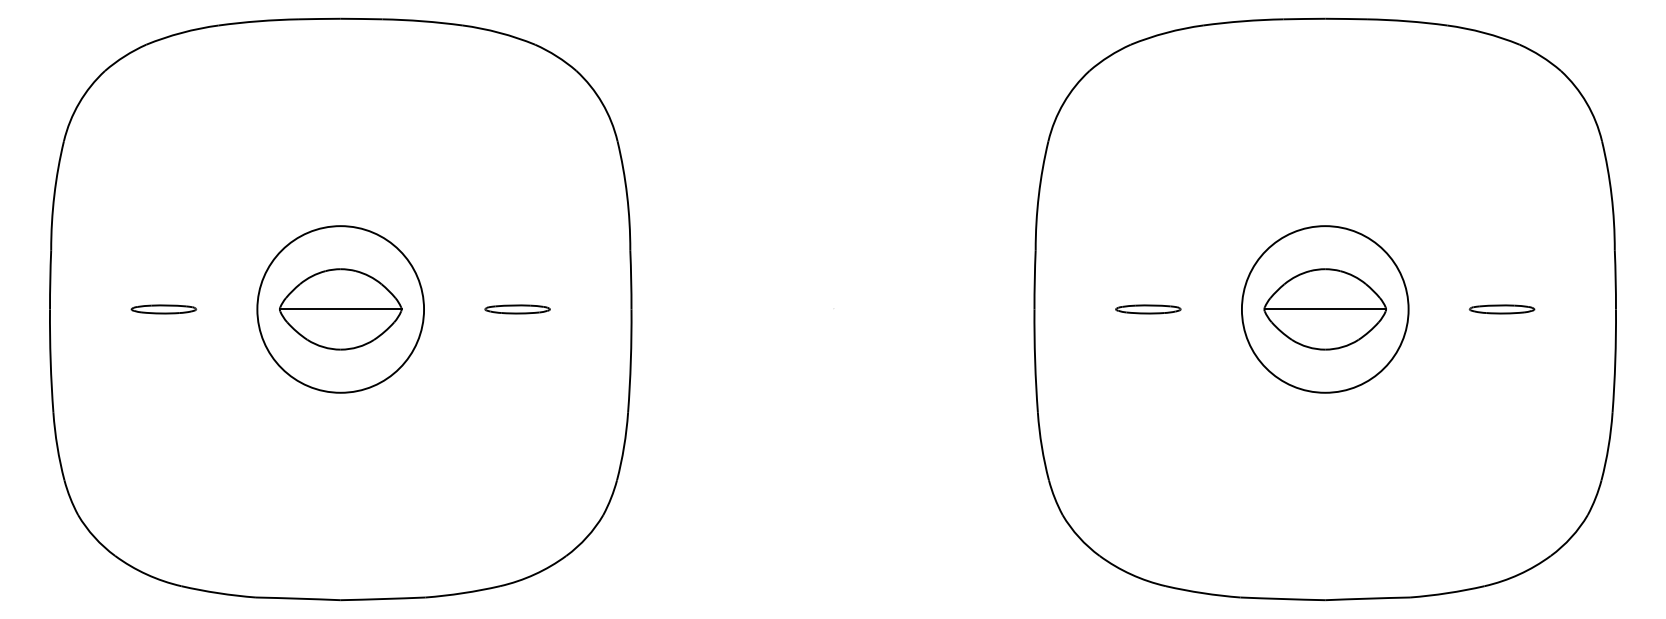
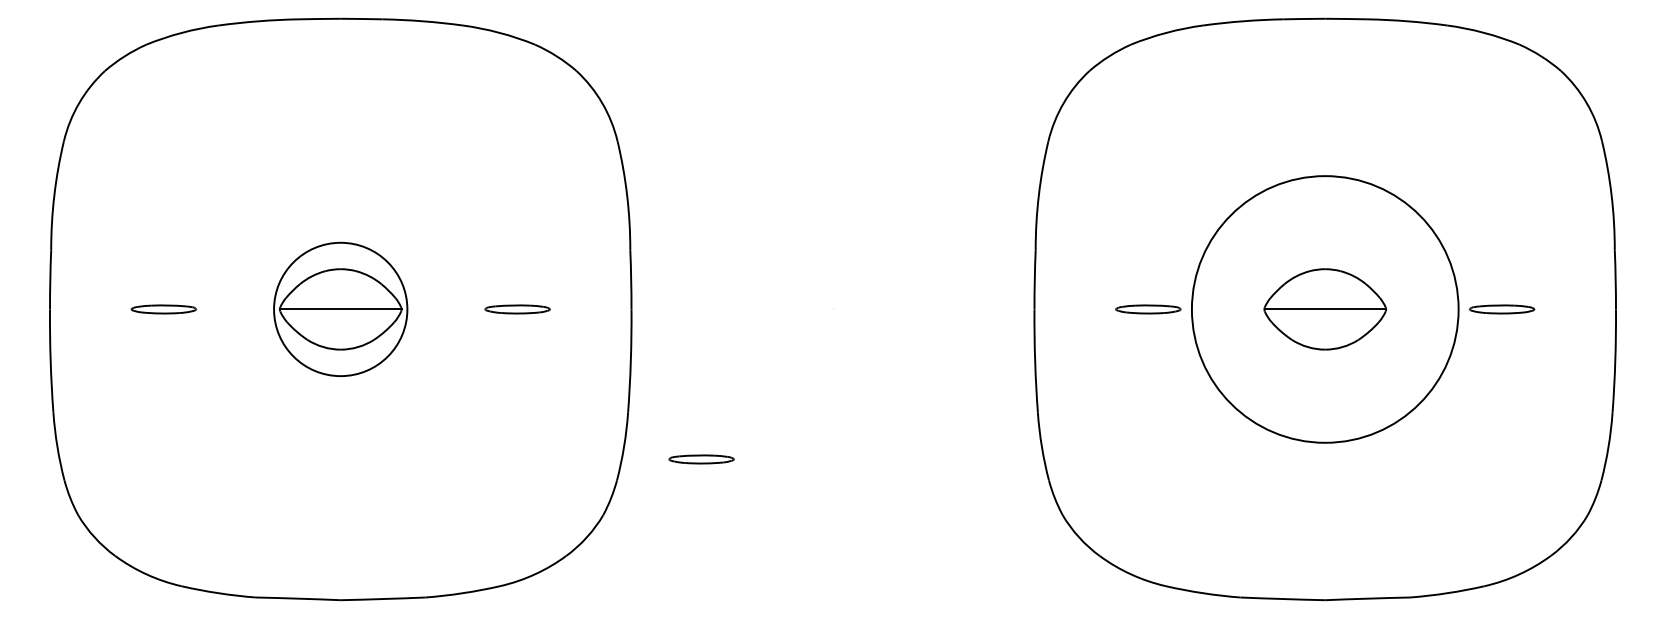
circle at (340, 309) diameter: 167 px -> 133 px
circle at (1324, 309) diameter: 167 px -> 267 px
part at (701, 459): none -> present
